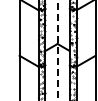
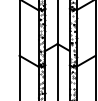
line at (57, 50): dashed -> solid
